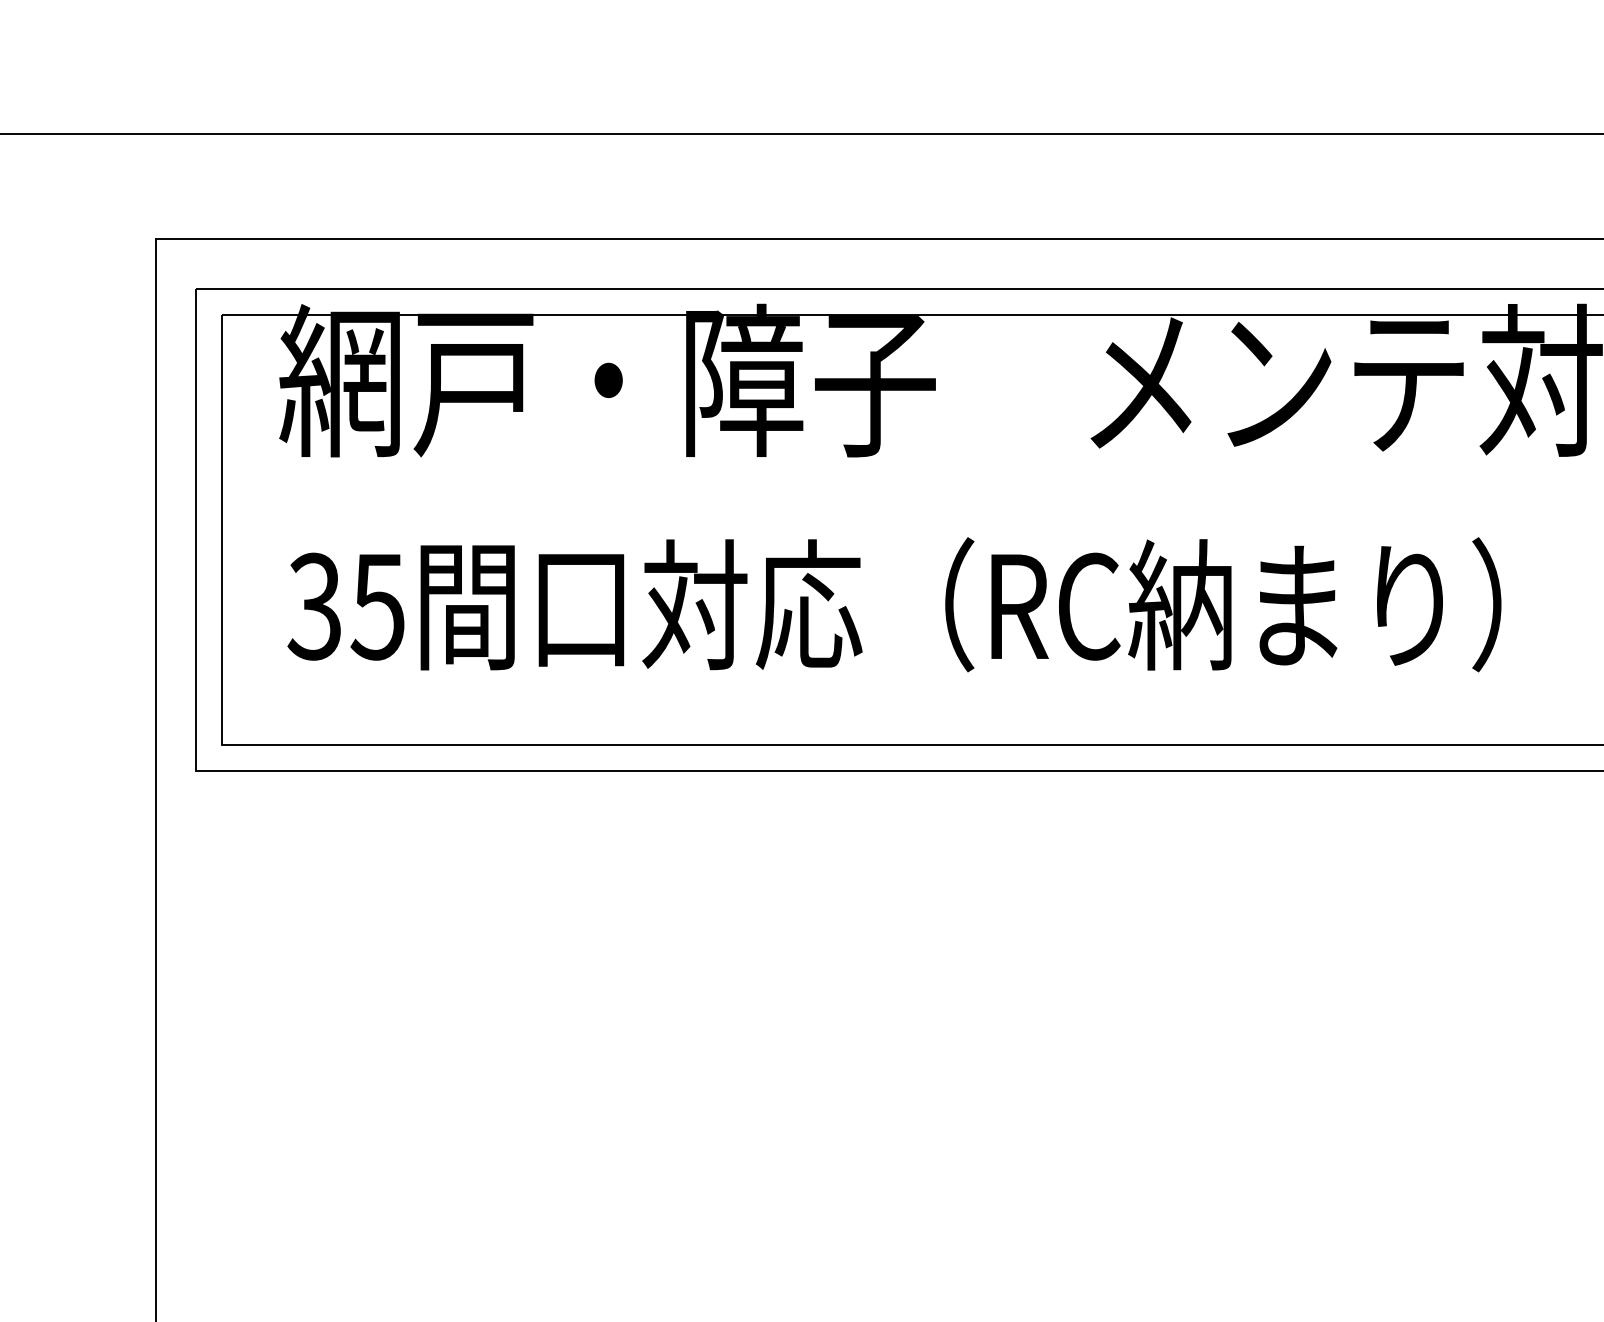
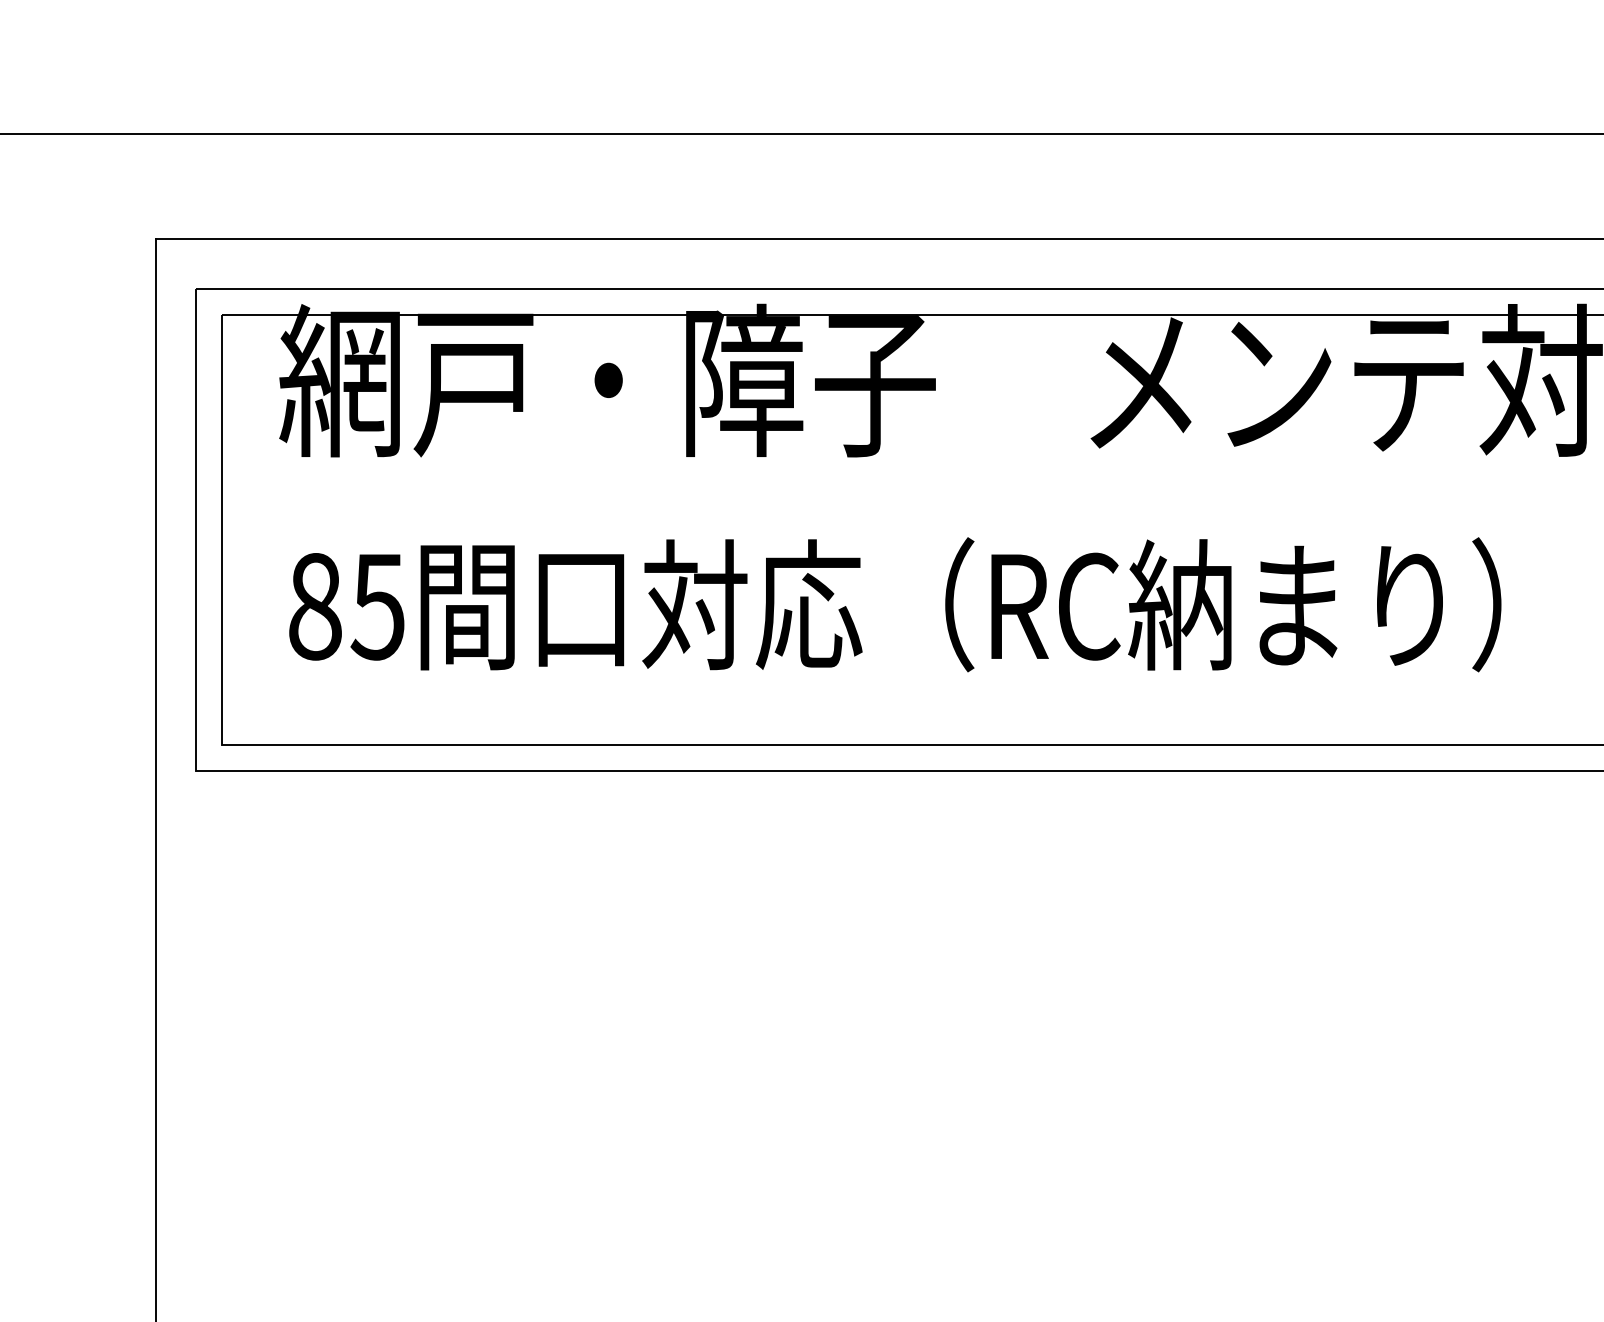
text at (314, 606): 35 -> 85
